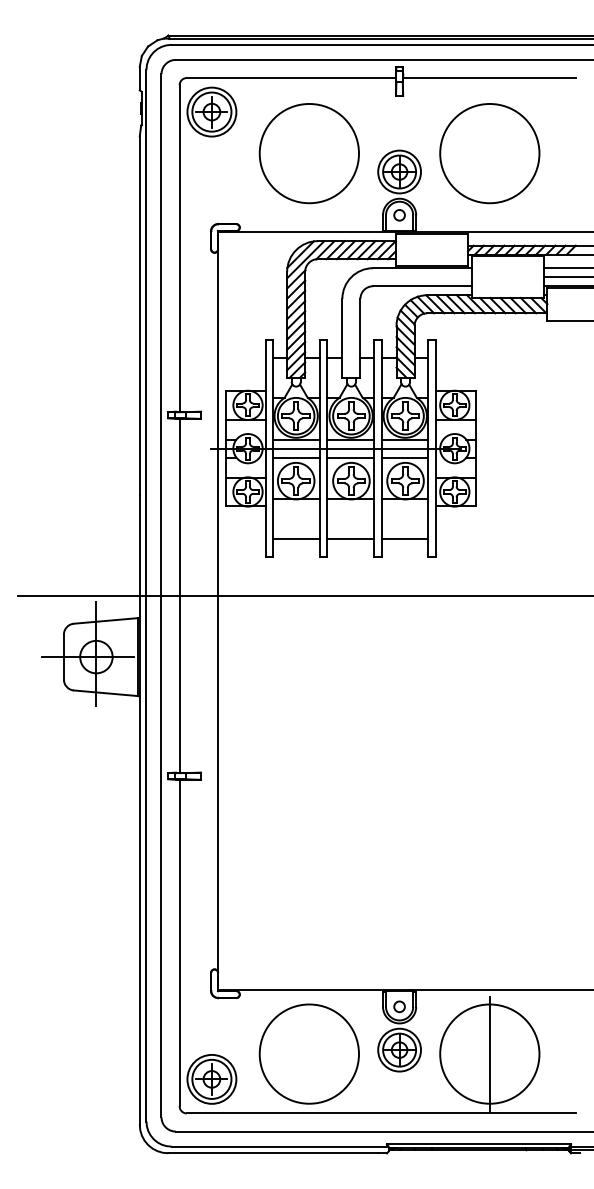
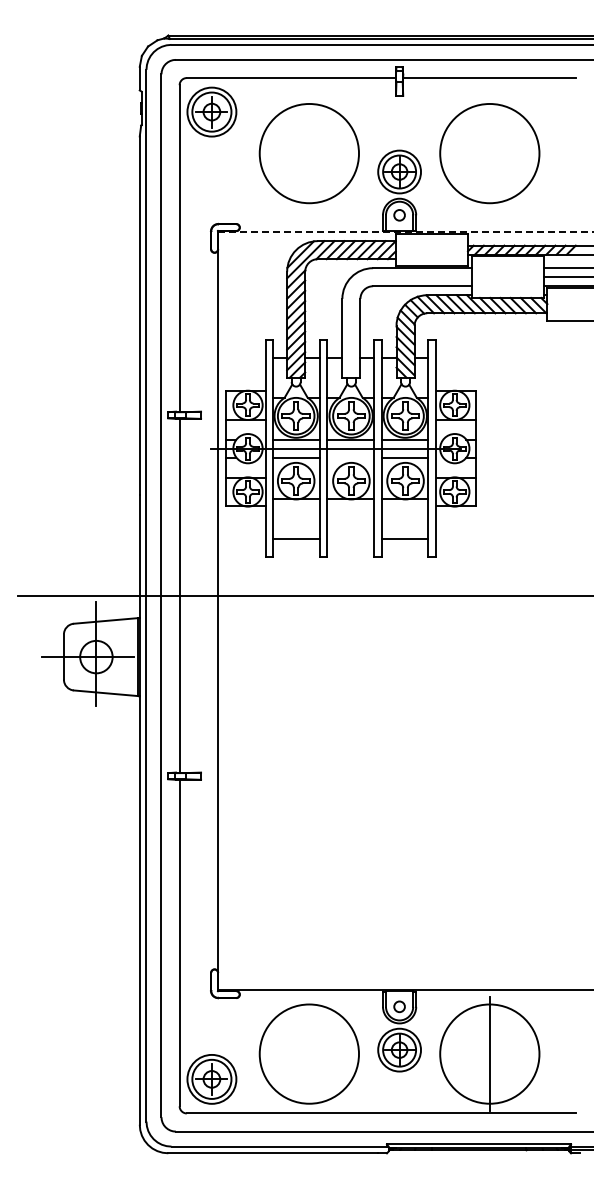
line at (405, 232): solid -> dashed
line at (350, 457): present -> none
line at (350, 538): present -> none
